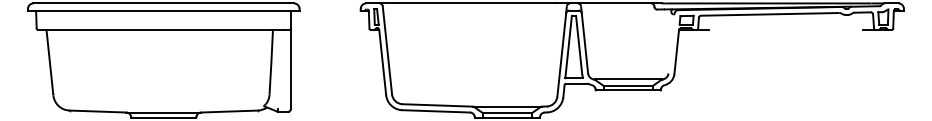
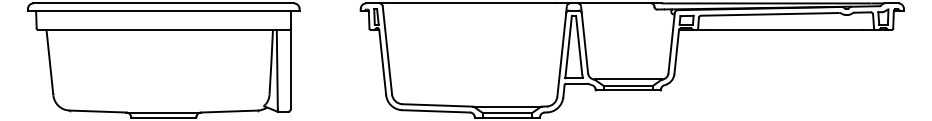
line at (785, 30): none -> present
line at (671, 43): none -> present
line at (276, 69): none -> present
